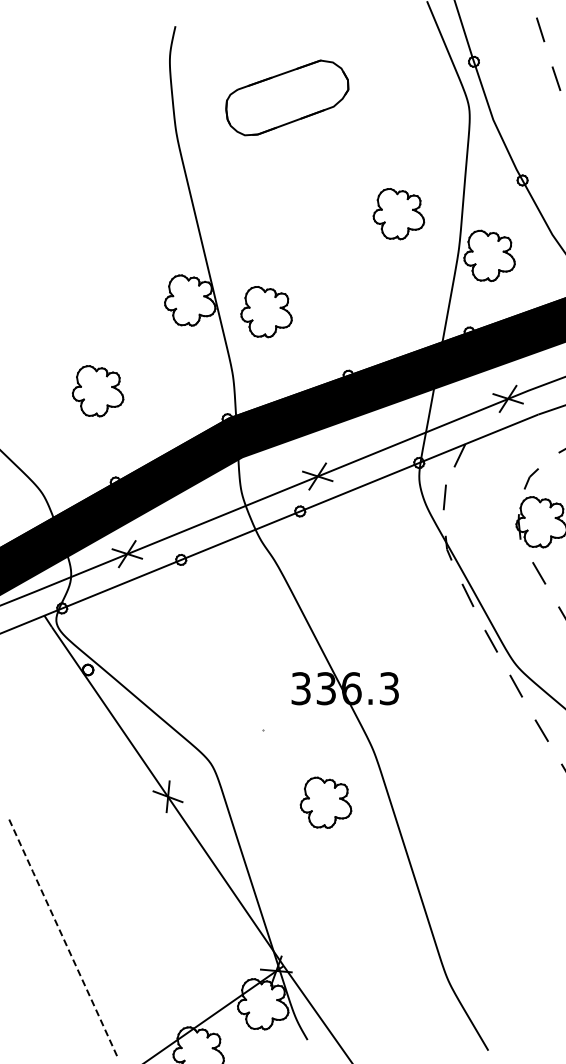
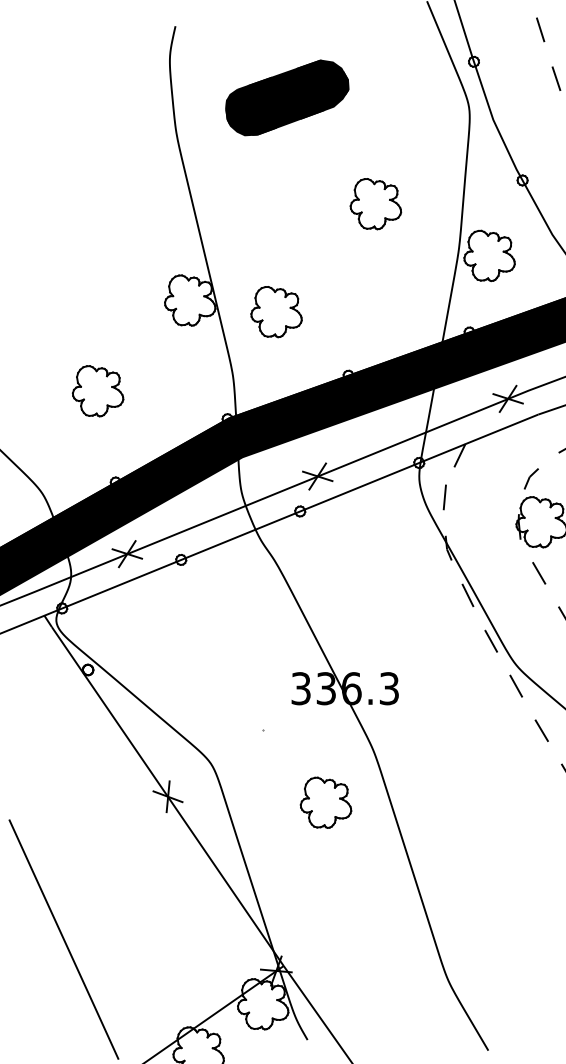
fill at (287, 97): none -> present
part at (398, 214) position: (398, 214) -> (375, 204)
part at (266, 312) position: (266, 312) -> (276, 312)
line at (63, 939): dashed -> solid
